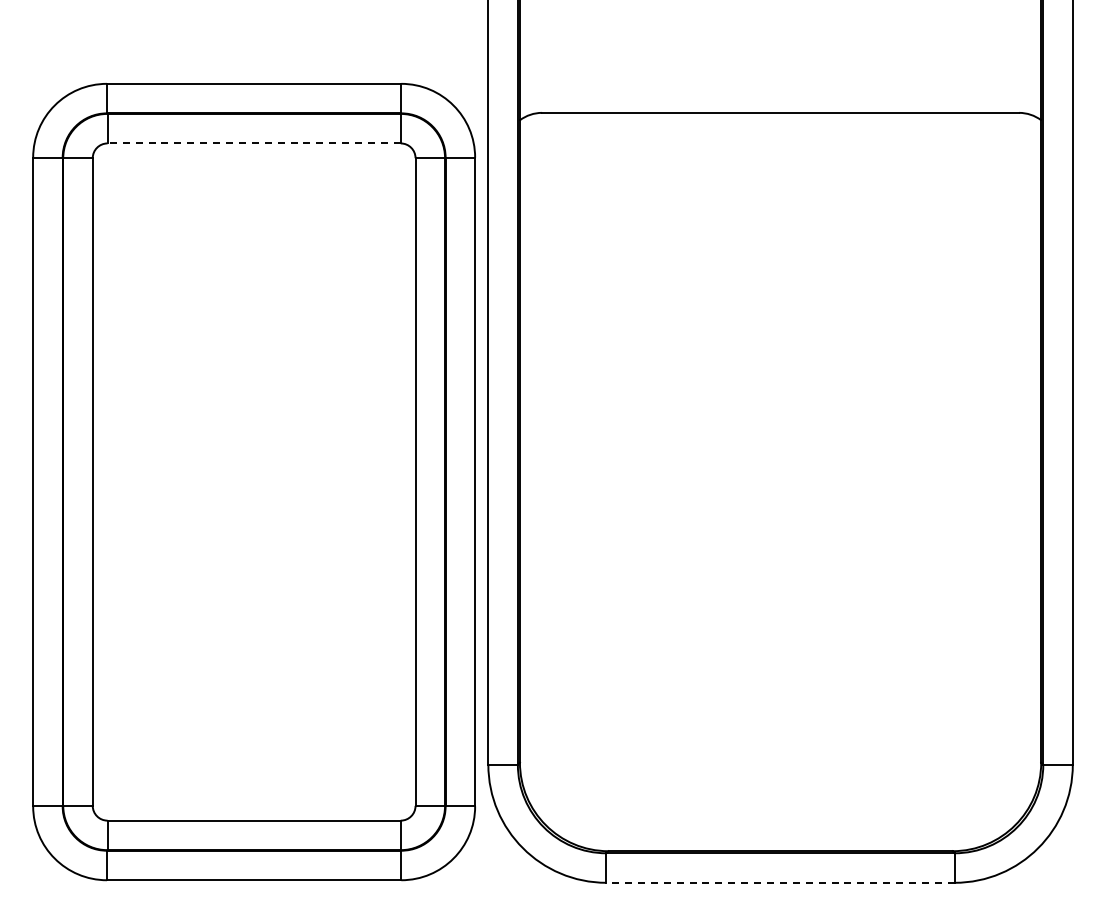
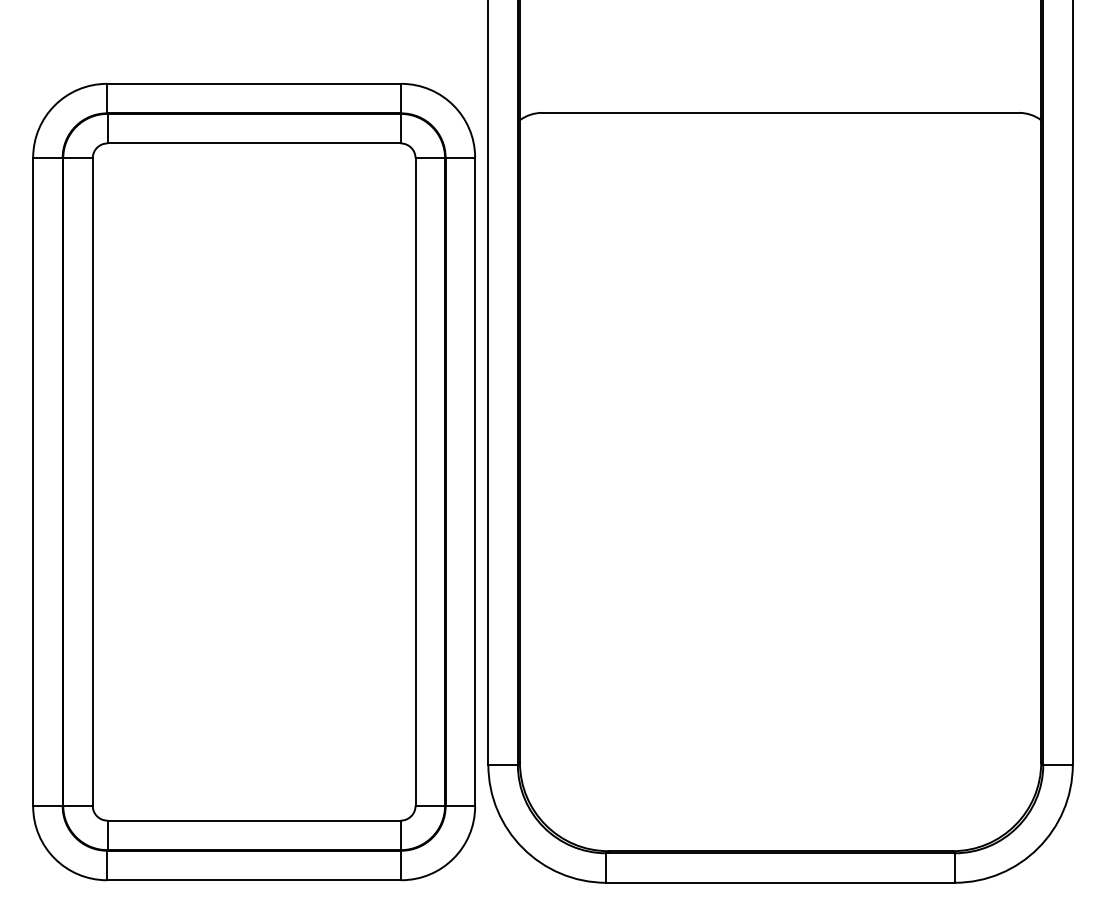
line at (254, 143): dashed -> solid
line at (780, 882): dashed -> solid
